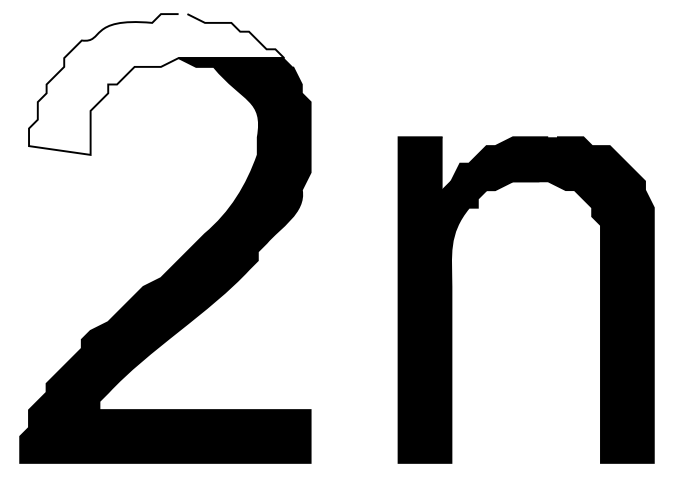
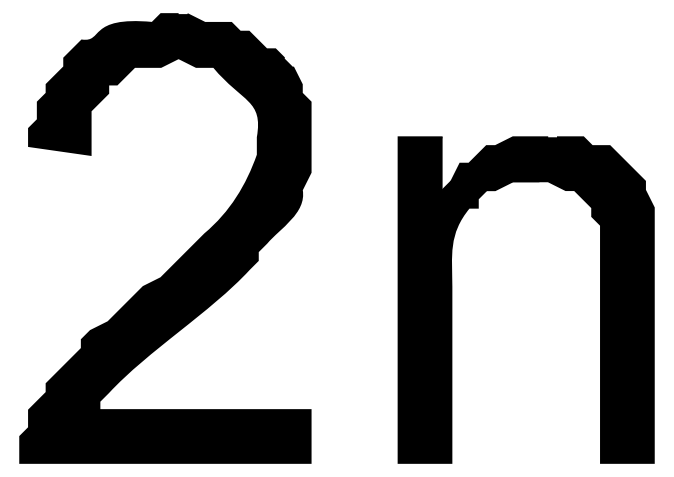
fill at (156, 84): none -> present
